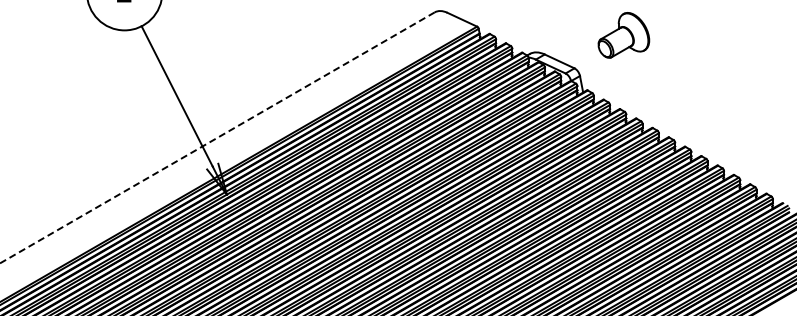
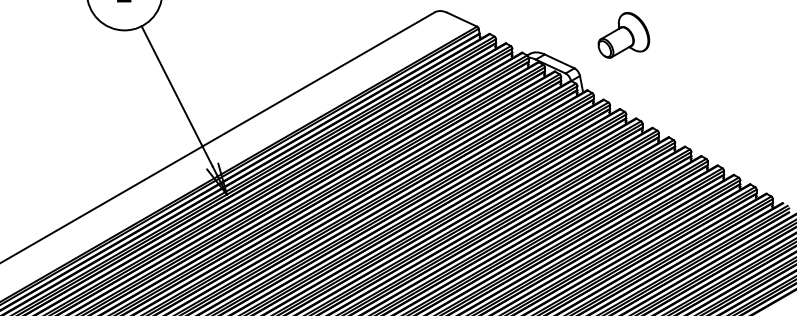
line at (217, 137): dashed -> solid
